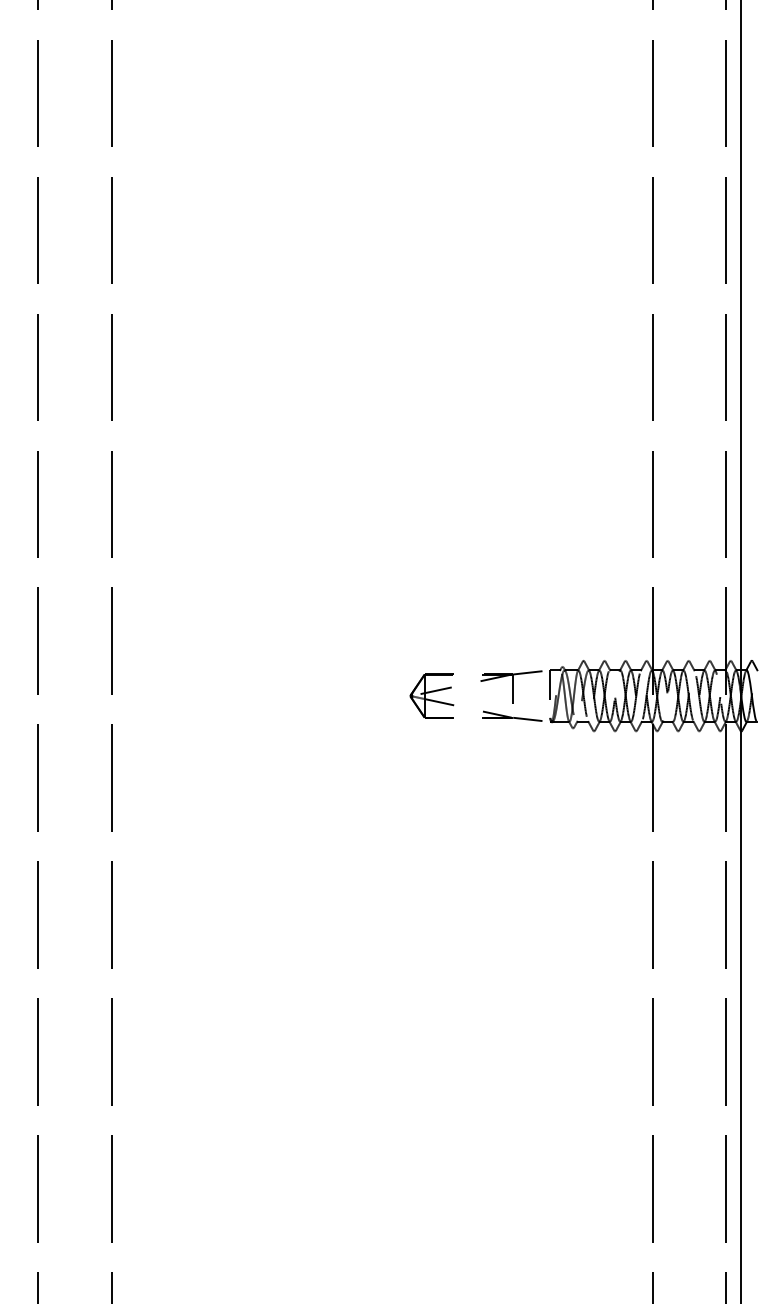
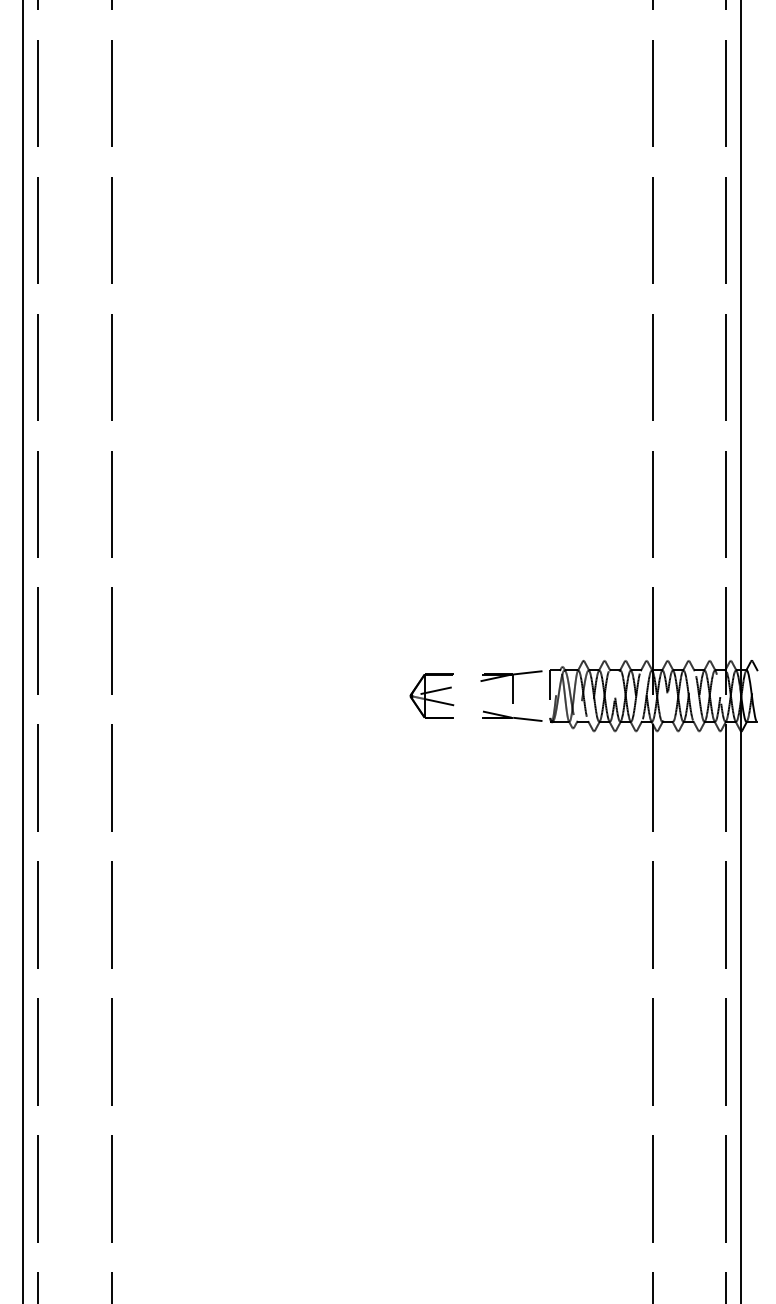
line at (23, 651): none -> present
